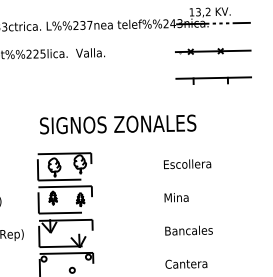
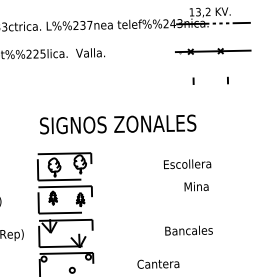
line at (213, 77): present -> none
text at (176, 197) position: (176, 197) -> (196, 186)
text at (186, 263) position: (186, 263) -> (158, 263)
